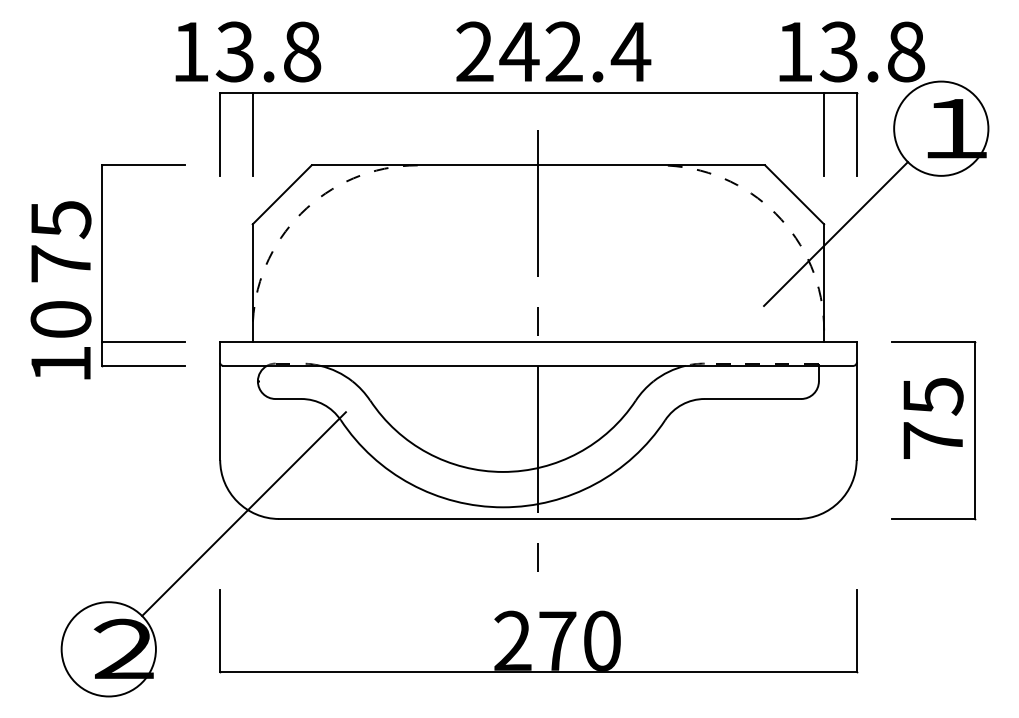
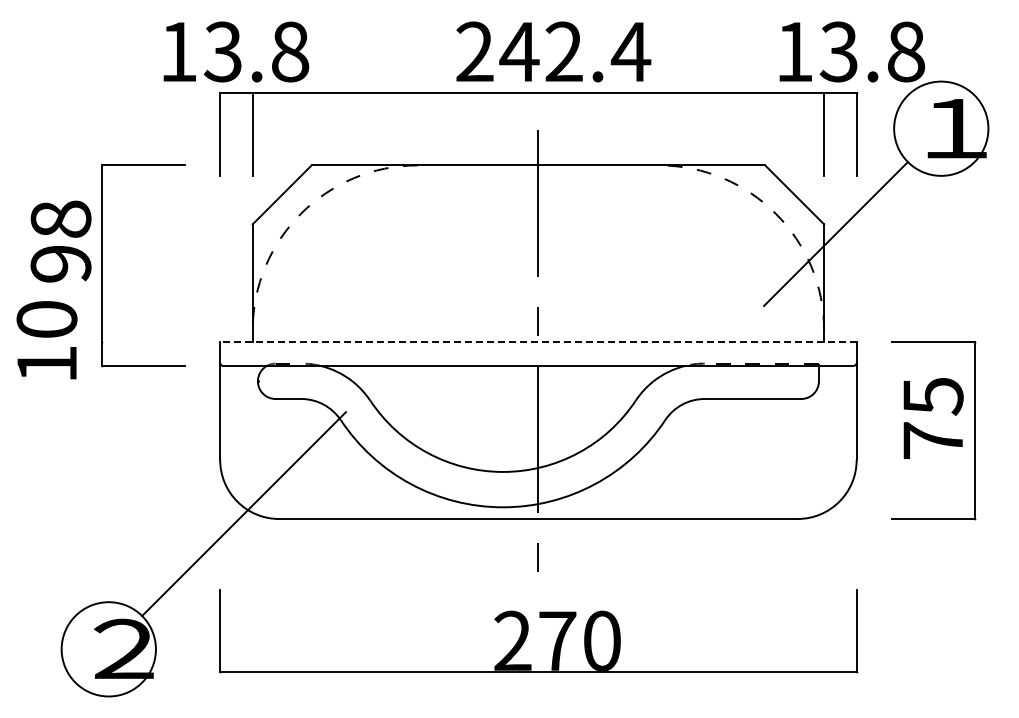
text at (248, 51) position: (248, 51) -> (236, 51)
text at (60, 241): 75 -> 98
text at (60, 340) position: (60, 340) -> (46, 340)
line at (143, 342): present -> none
line at (537, 342): solid -> dashed
